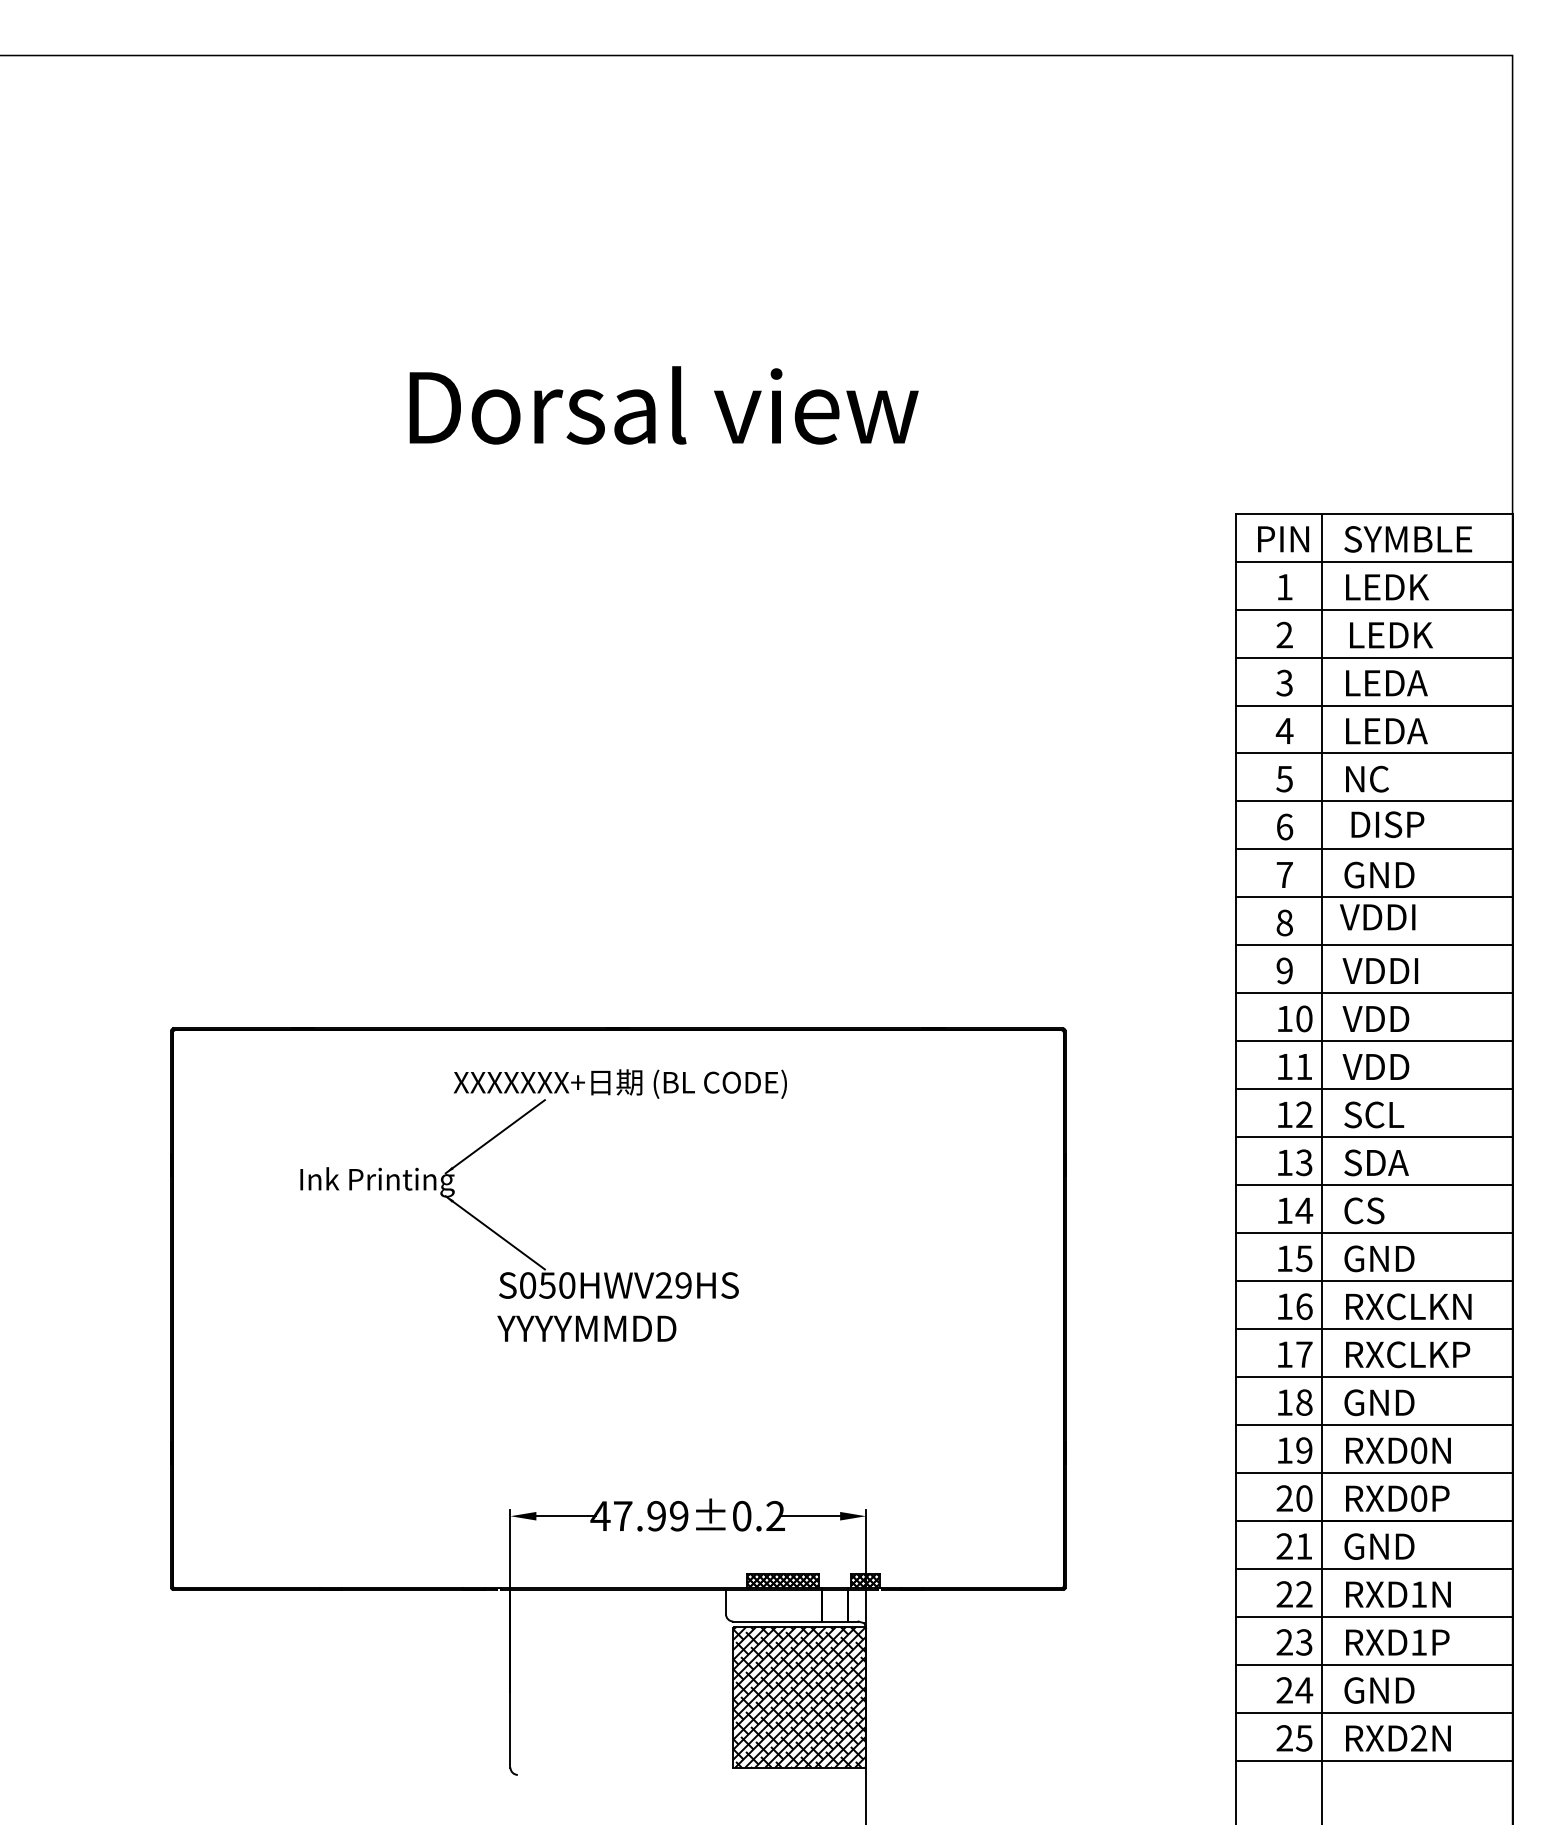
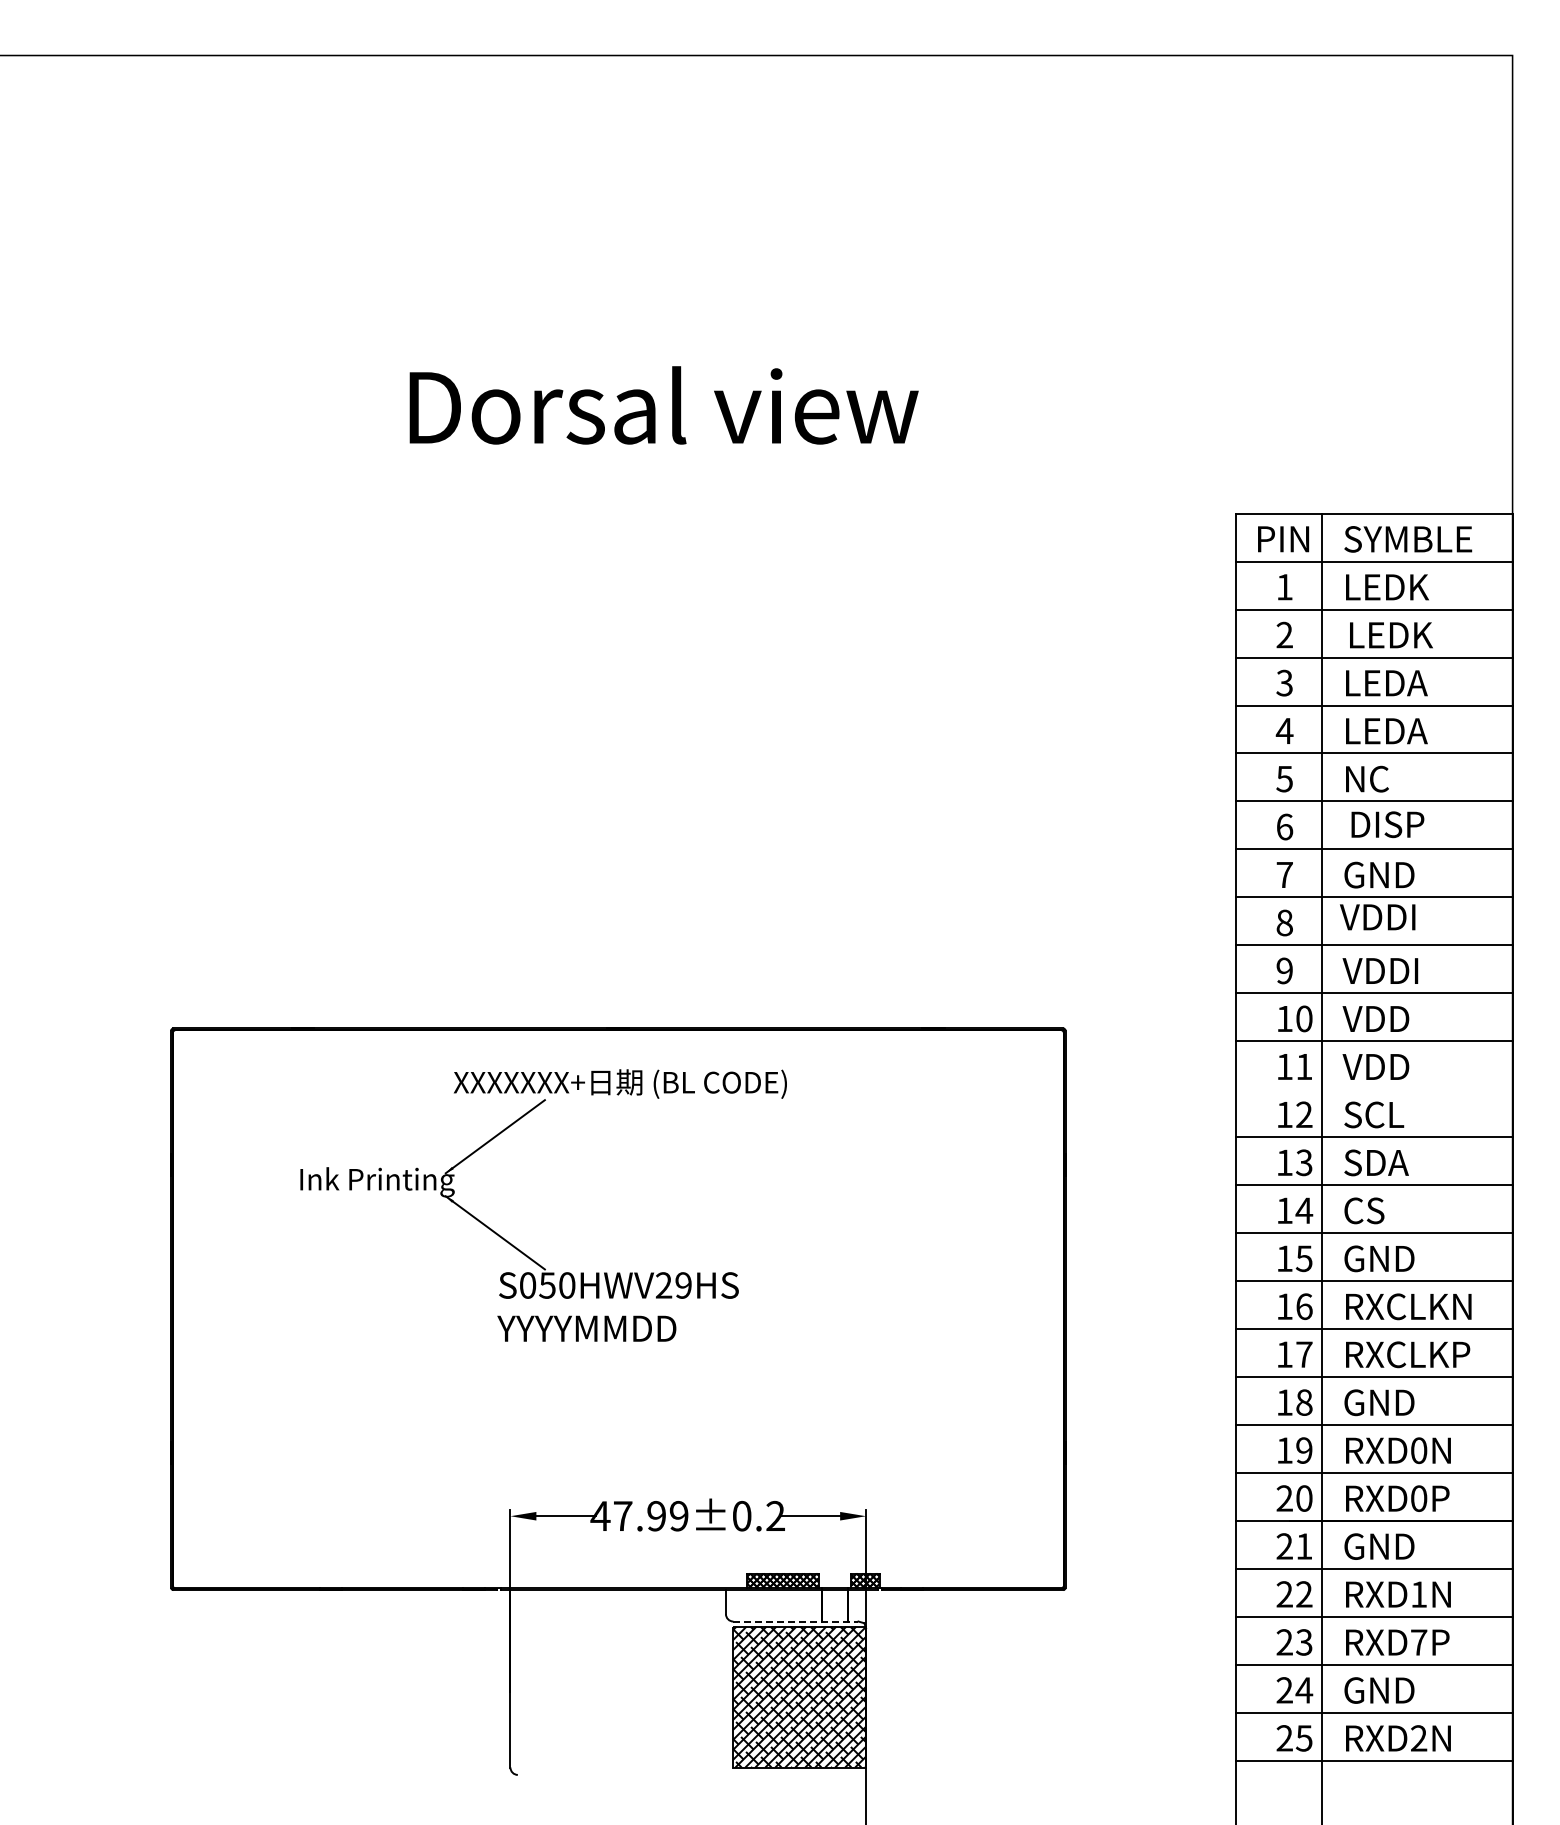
line at (1373, 1089): present -> none
line at (795, 1621): solid -> dashed
text at (1419, 1642): RXD1P -> RXD7P
